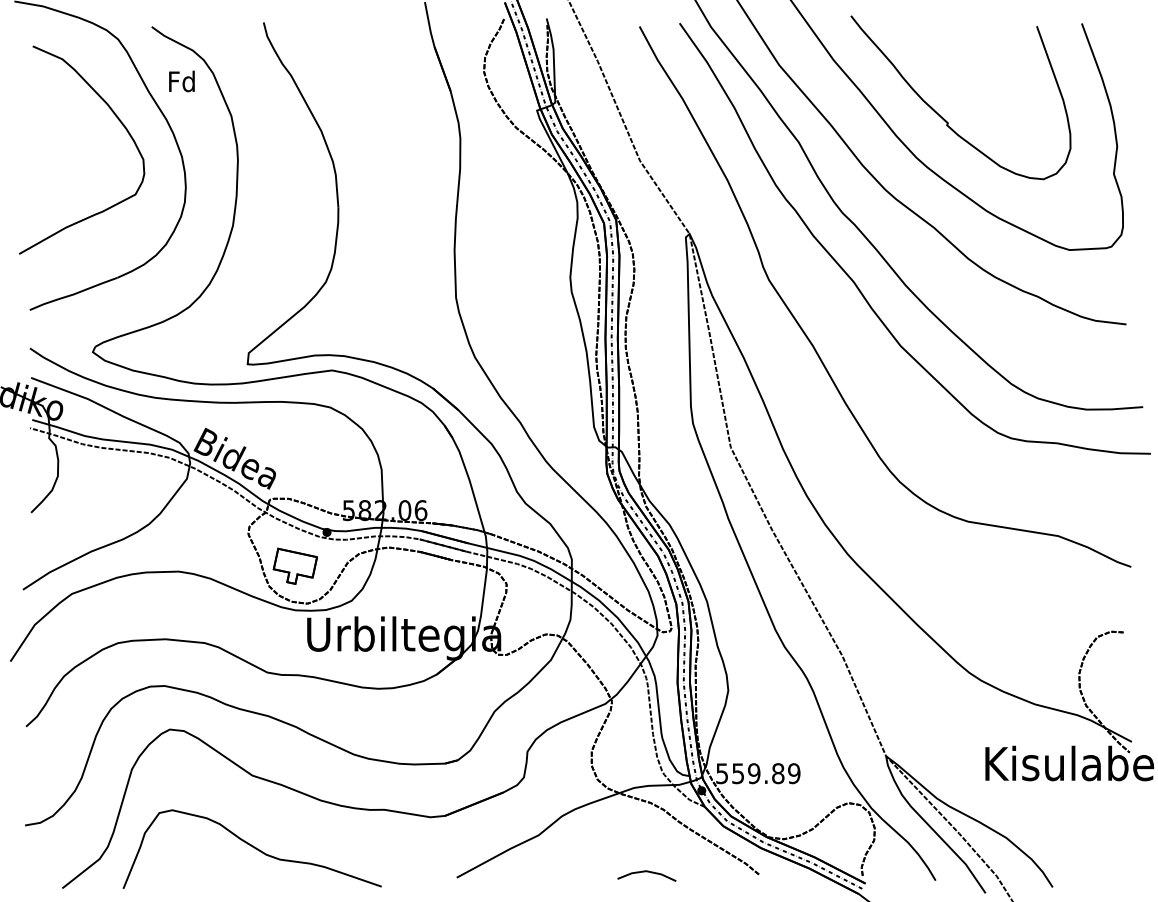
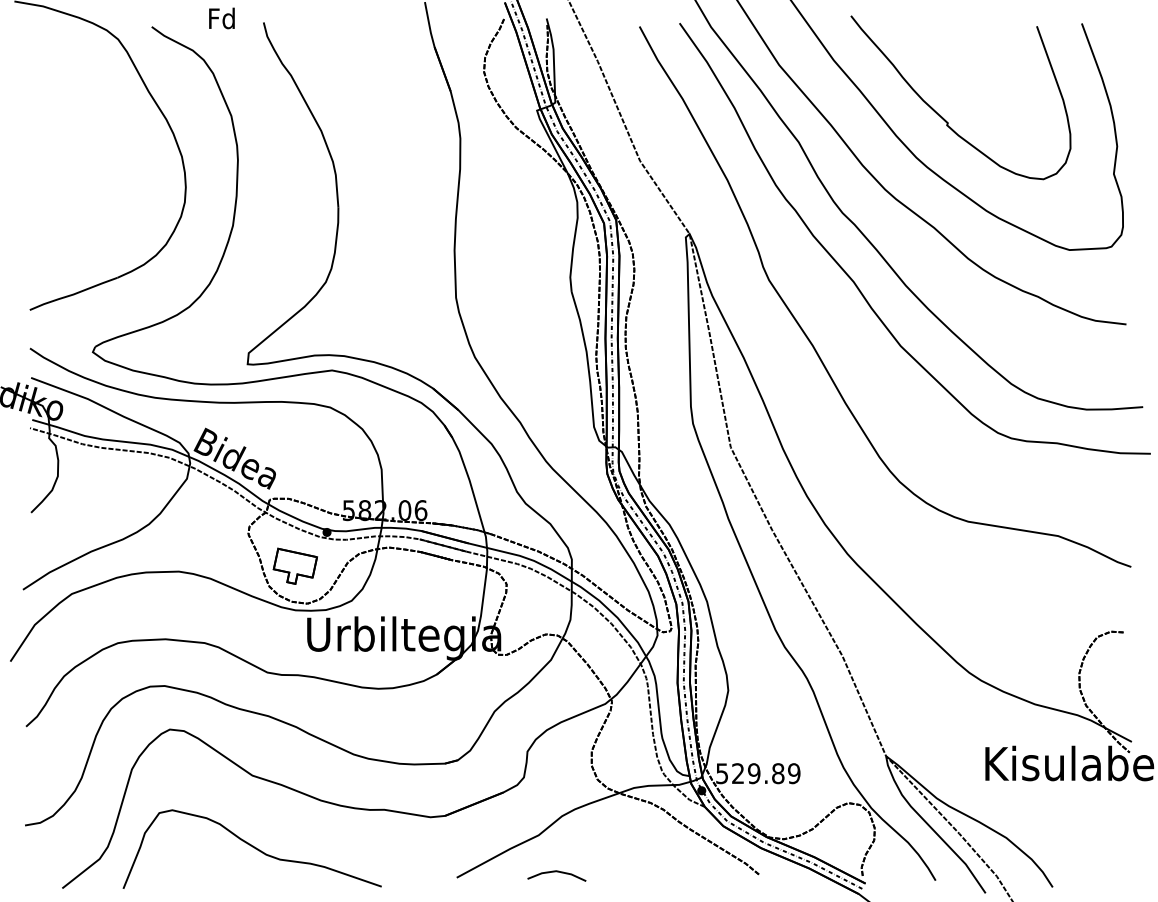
text at (181, 81) position: (181, 81) -> (221, 18)
curve at (118, 120): present -> none
text at (737, 773): 559.89 -> 529.89
line at (646, 872) position: (646, 872) -> (556, 872)
